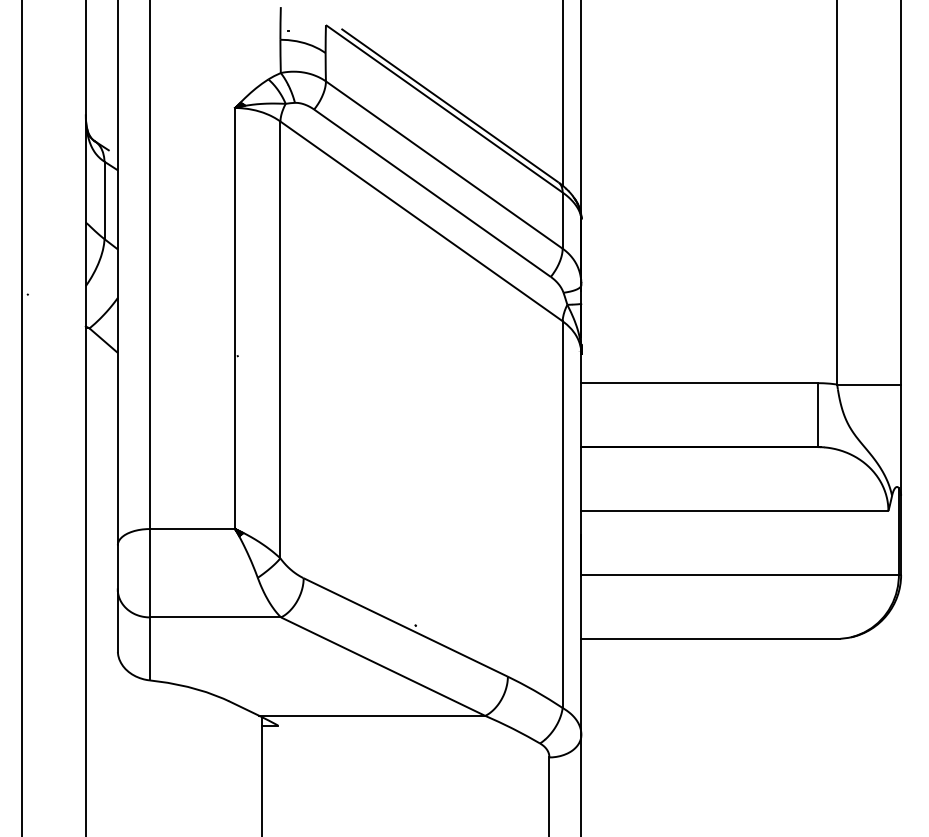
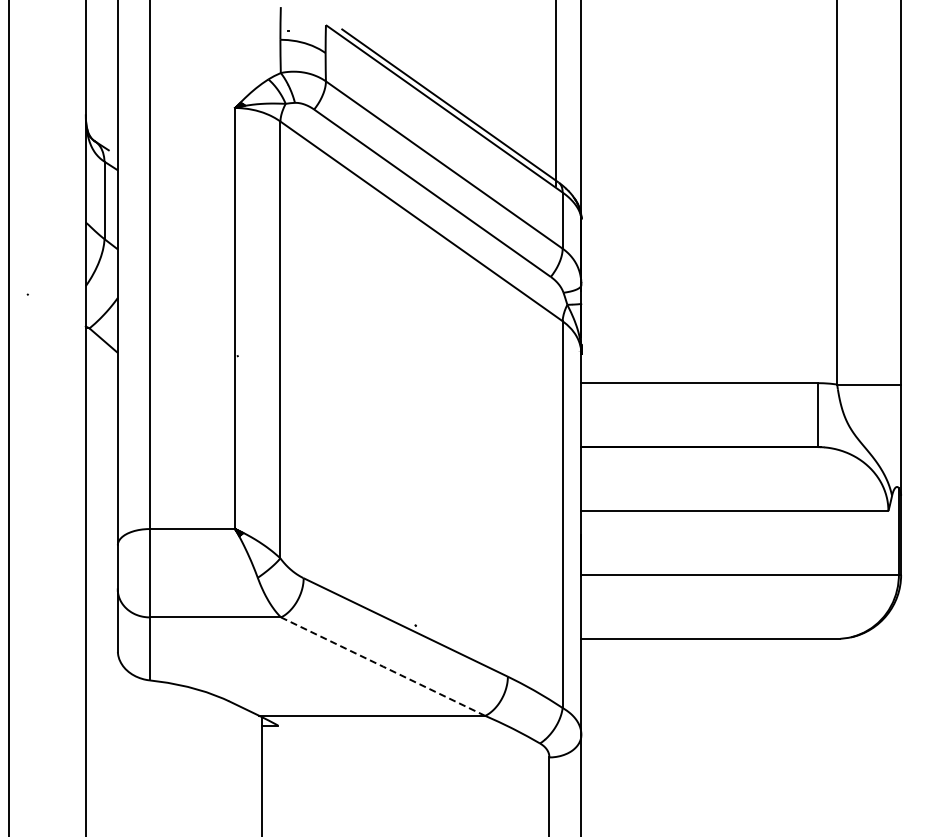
line at (562, 93) position: (562, 93) -> (555, 93)
line at (21, 417) position: (21, 417) -> (8, 417)
line at (383, 666): solid -> dashed
